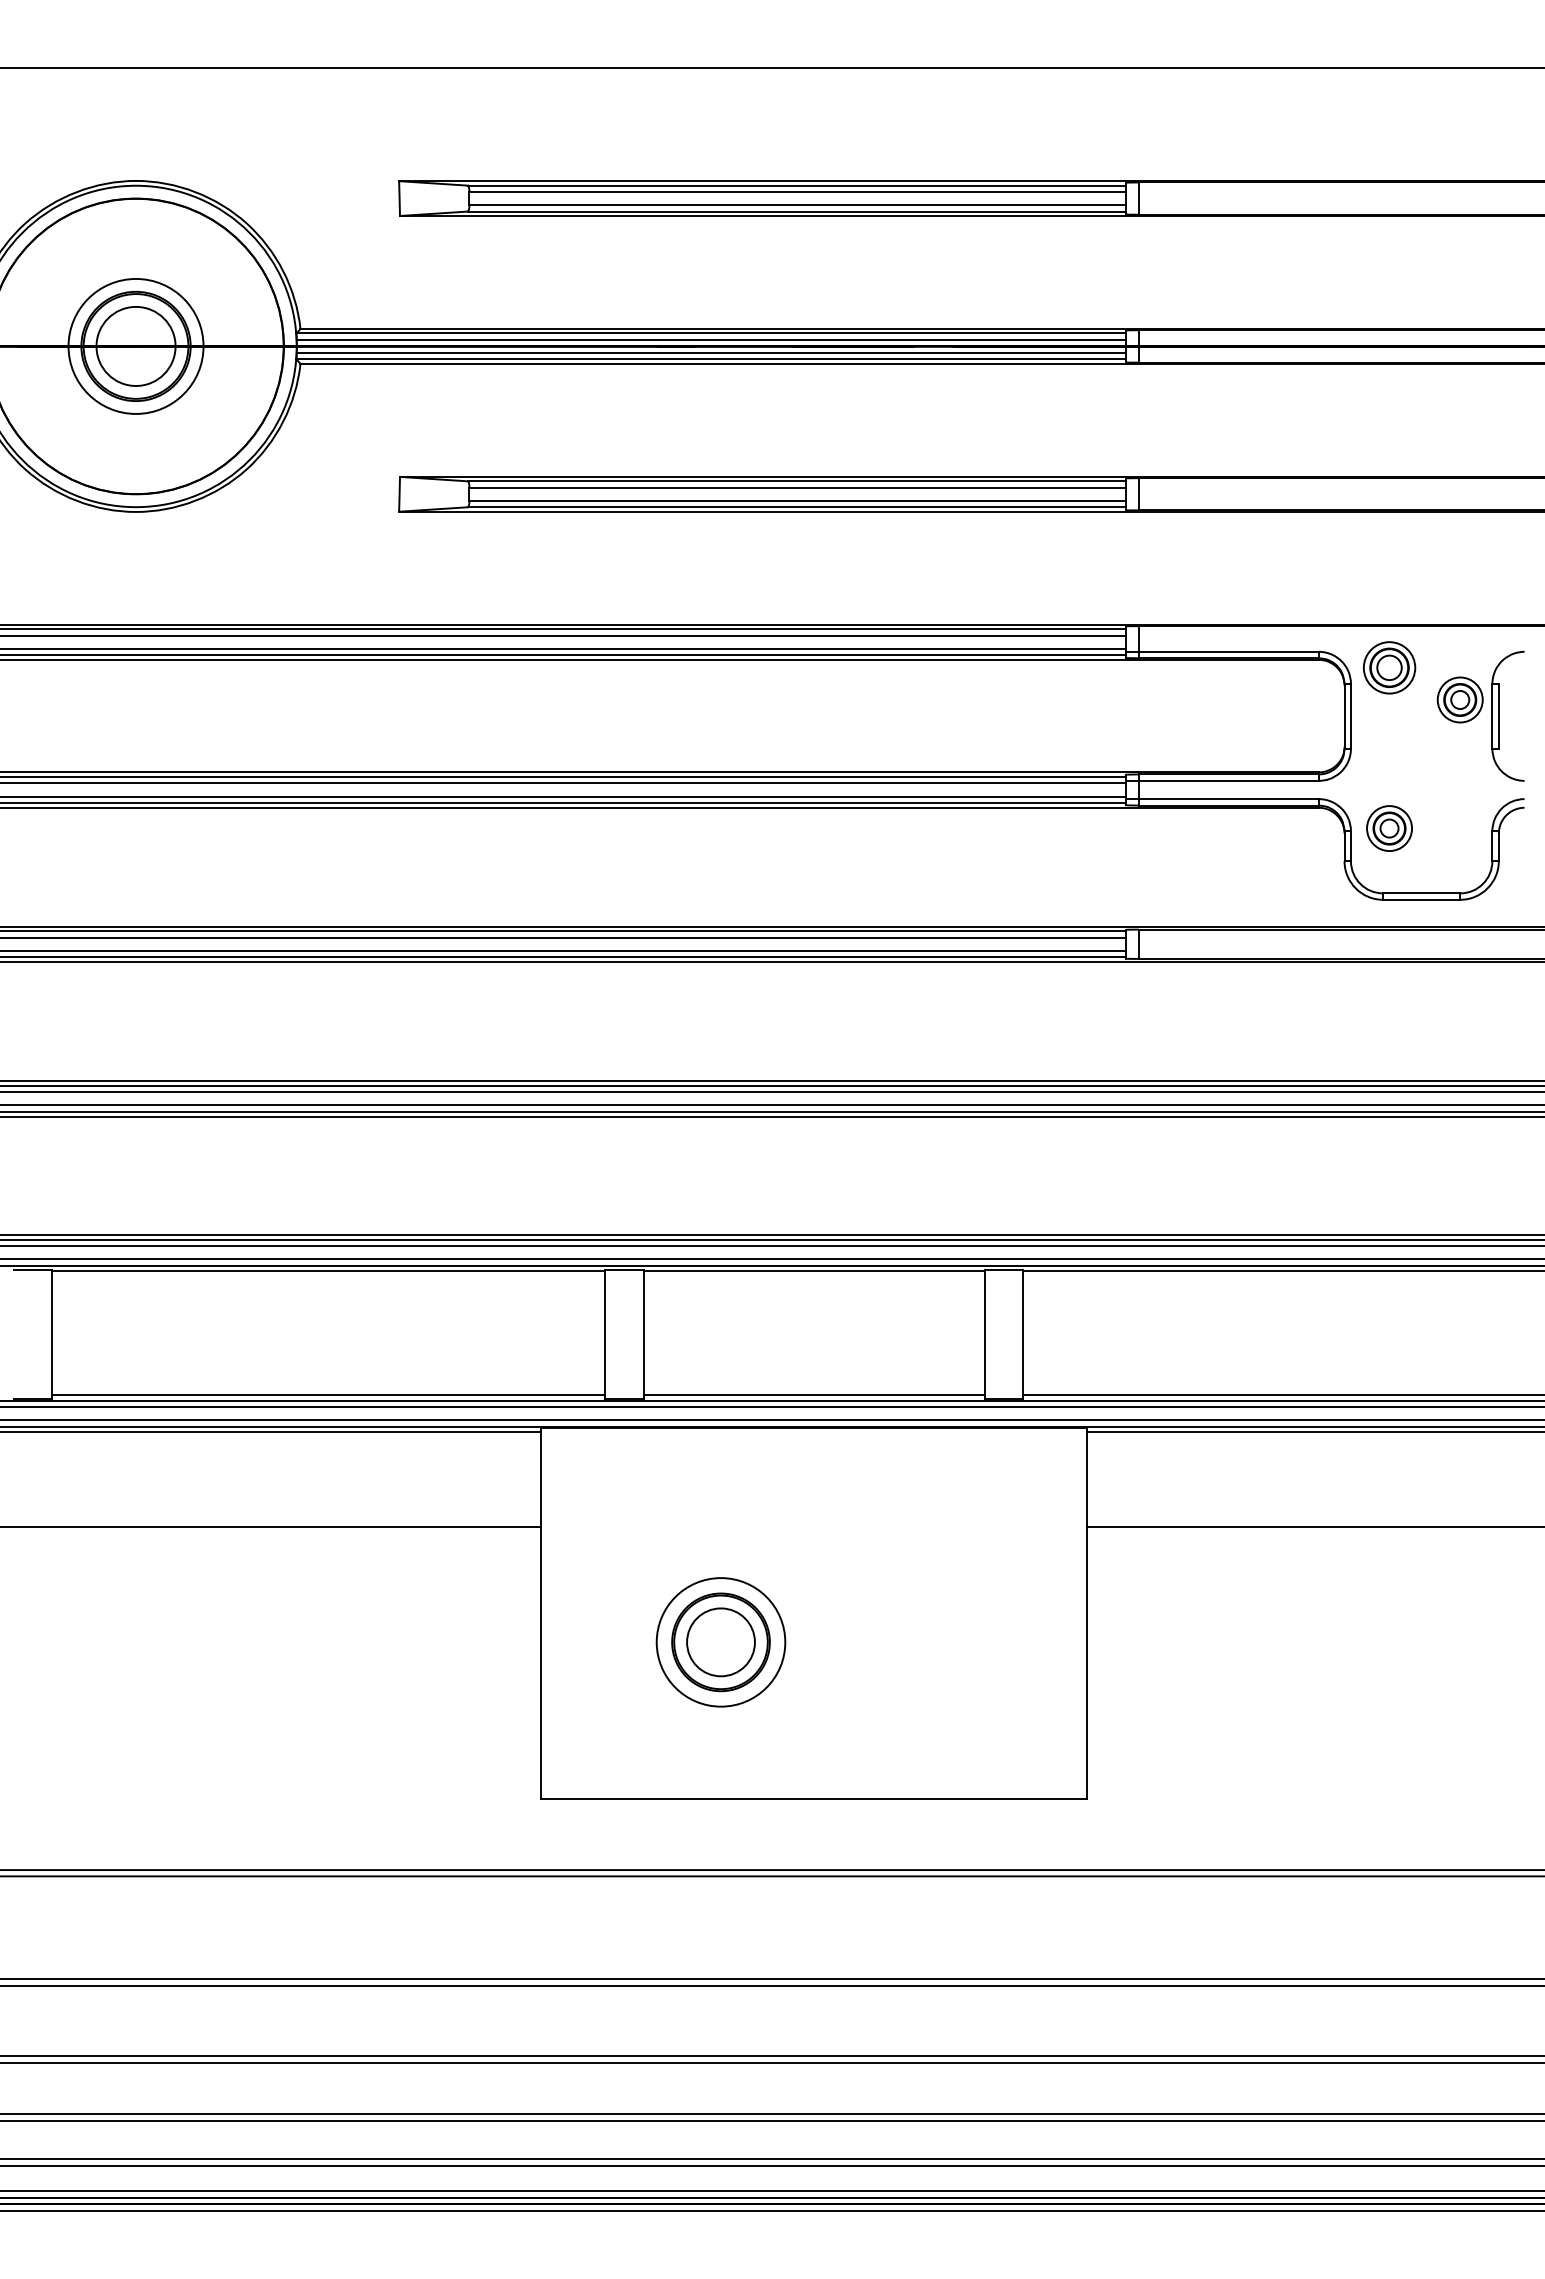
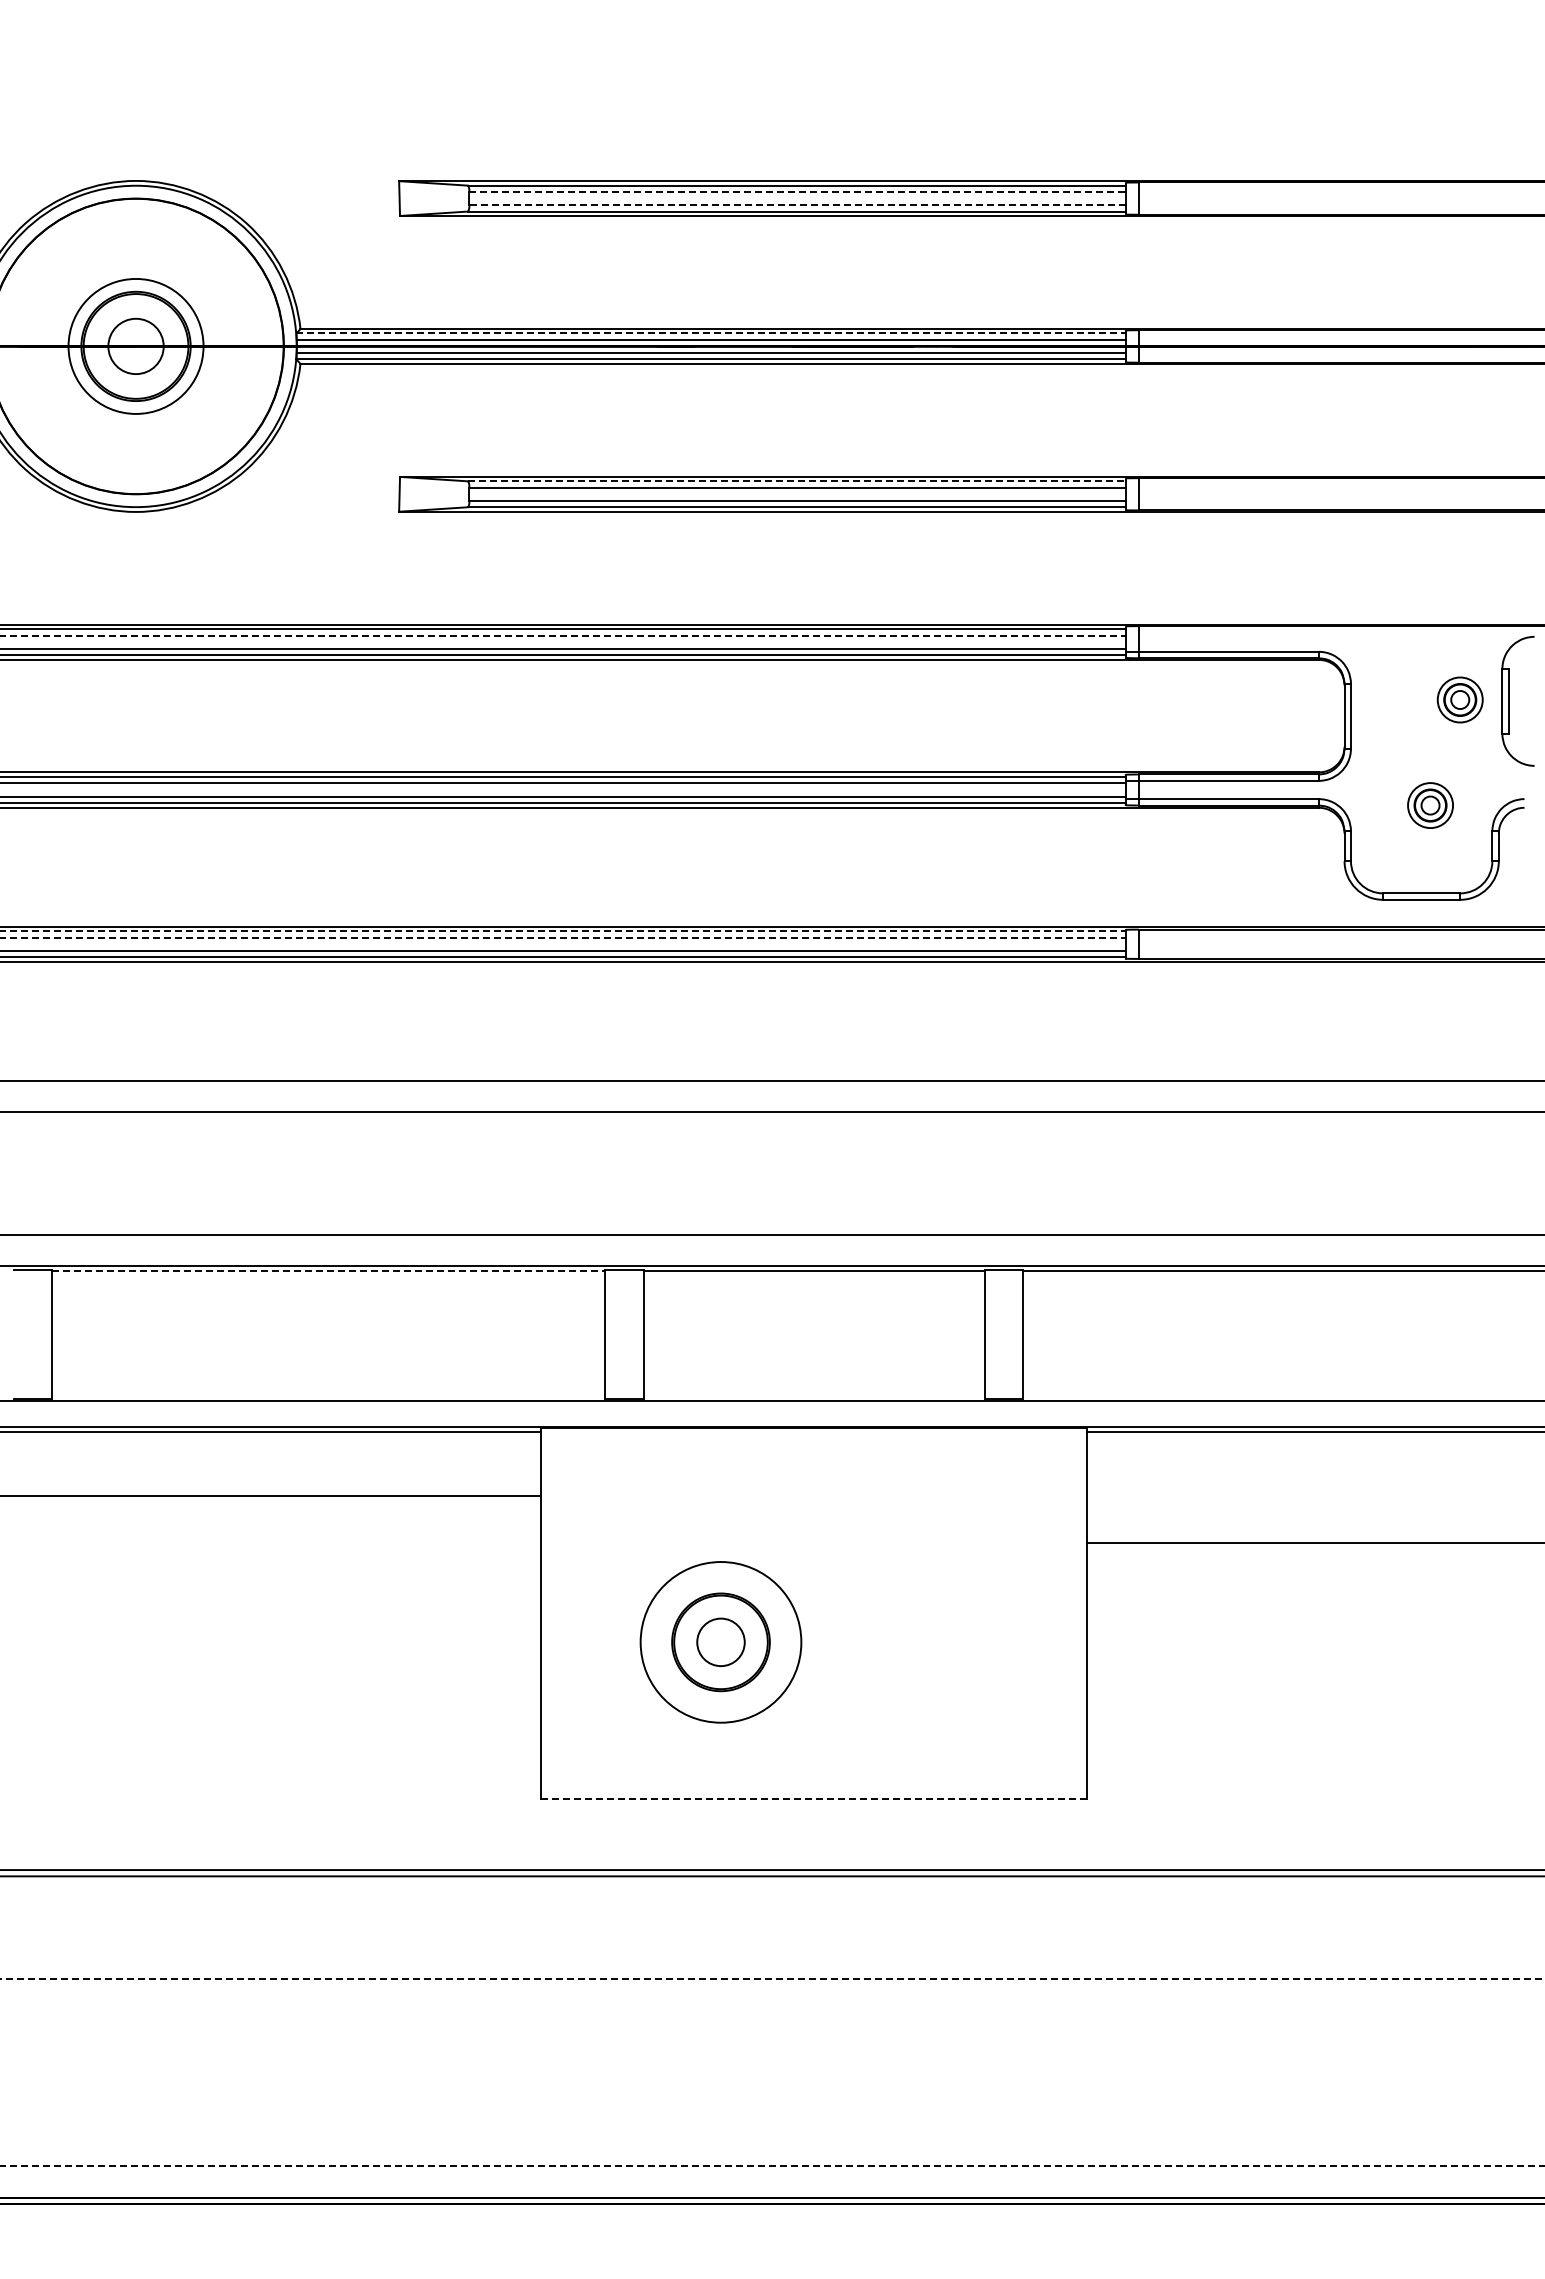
line at (771, 68): present -> none
line at (798, 192): solid -> dashed
line at (797, 205): solid -> dashed
line at (711, 333): solid -> dashed
circle at (135, 345) diameter: 79 px -> 55 px
line at (797, 481): solid -> dashed
line at (563, 635): solid -> dashed
part at (1389, 667): present -> none
part at (1499, 716) position: (1499, 716) -> (1509, 701)
part at (1389, 828) position: (1389, 828) -> (1430, 805)
line at (563, 931): solid -> dashed
line at (563, 937): solid -> dashed
line at (771, 1085): present -> none
line at (771, 1092): present -> none
line at (771, 1105): present -> none
line at (771, 1116): present -> none
line at (771, 1239): present -> none
line at (771, 1246): present -> none
line at (771, 1259): present -> none
line at (329, 1271): solid -> dashed
line at (328, 1395): present -> none
line at (813, 1395): present -> none
line at (1282, 1395): present -> none
line at (771, 1406): present -> none
line at (771, 1420): present -> none
line at (271, 1526) position: (271, 1526) -> (271, 1495)
line at (1314, 1526) position: (1314, 1526) -> (1314, 1542)
circle at (720, 1642) diameter: 129 px -> 161 px
circle at (720, 1642) diameter: 68 px -> 48 px
line at (813, 1799): solid -> dashed
line at (772, 1979): solid -> dashed
line at (771, 1985): present -> none
line at (771, 2056): present -> none
line at (771, 2062): present -> none
line at (771, 2114): present -> none
line at (771, 2120): present -> none
line at (771, 2159): present -> none
line at (772, 2165): solid -> dashed
line at (771, 2191): present -> none
line at (771, 2210): present -> none
